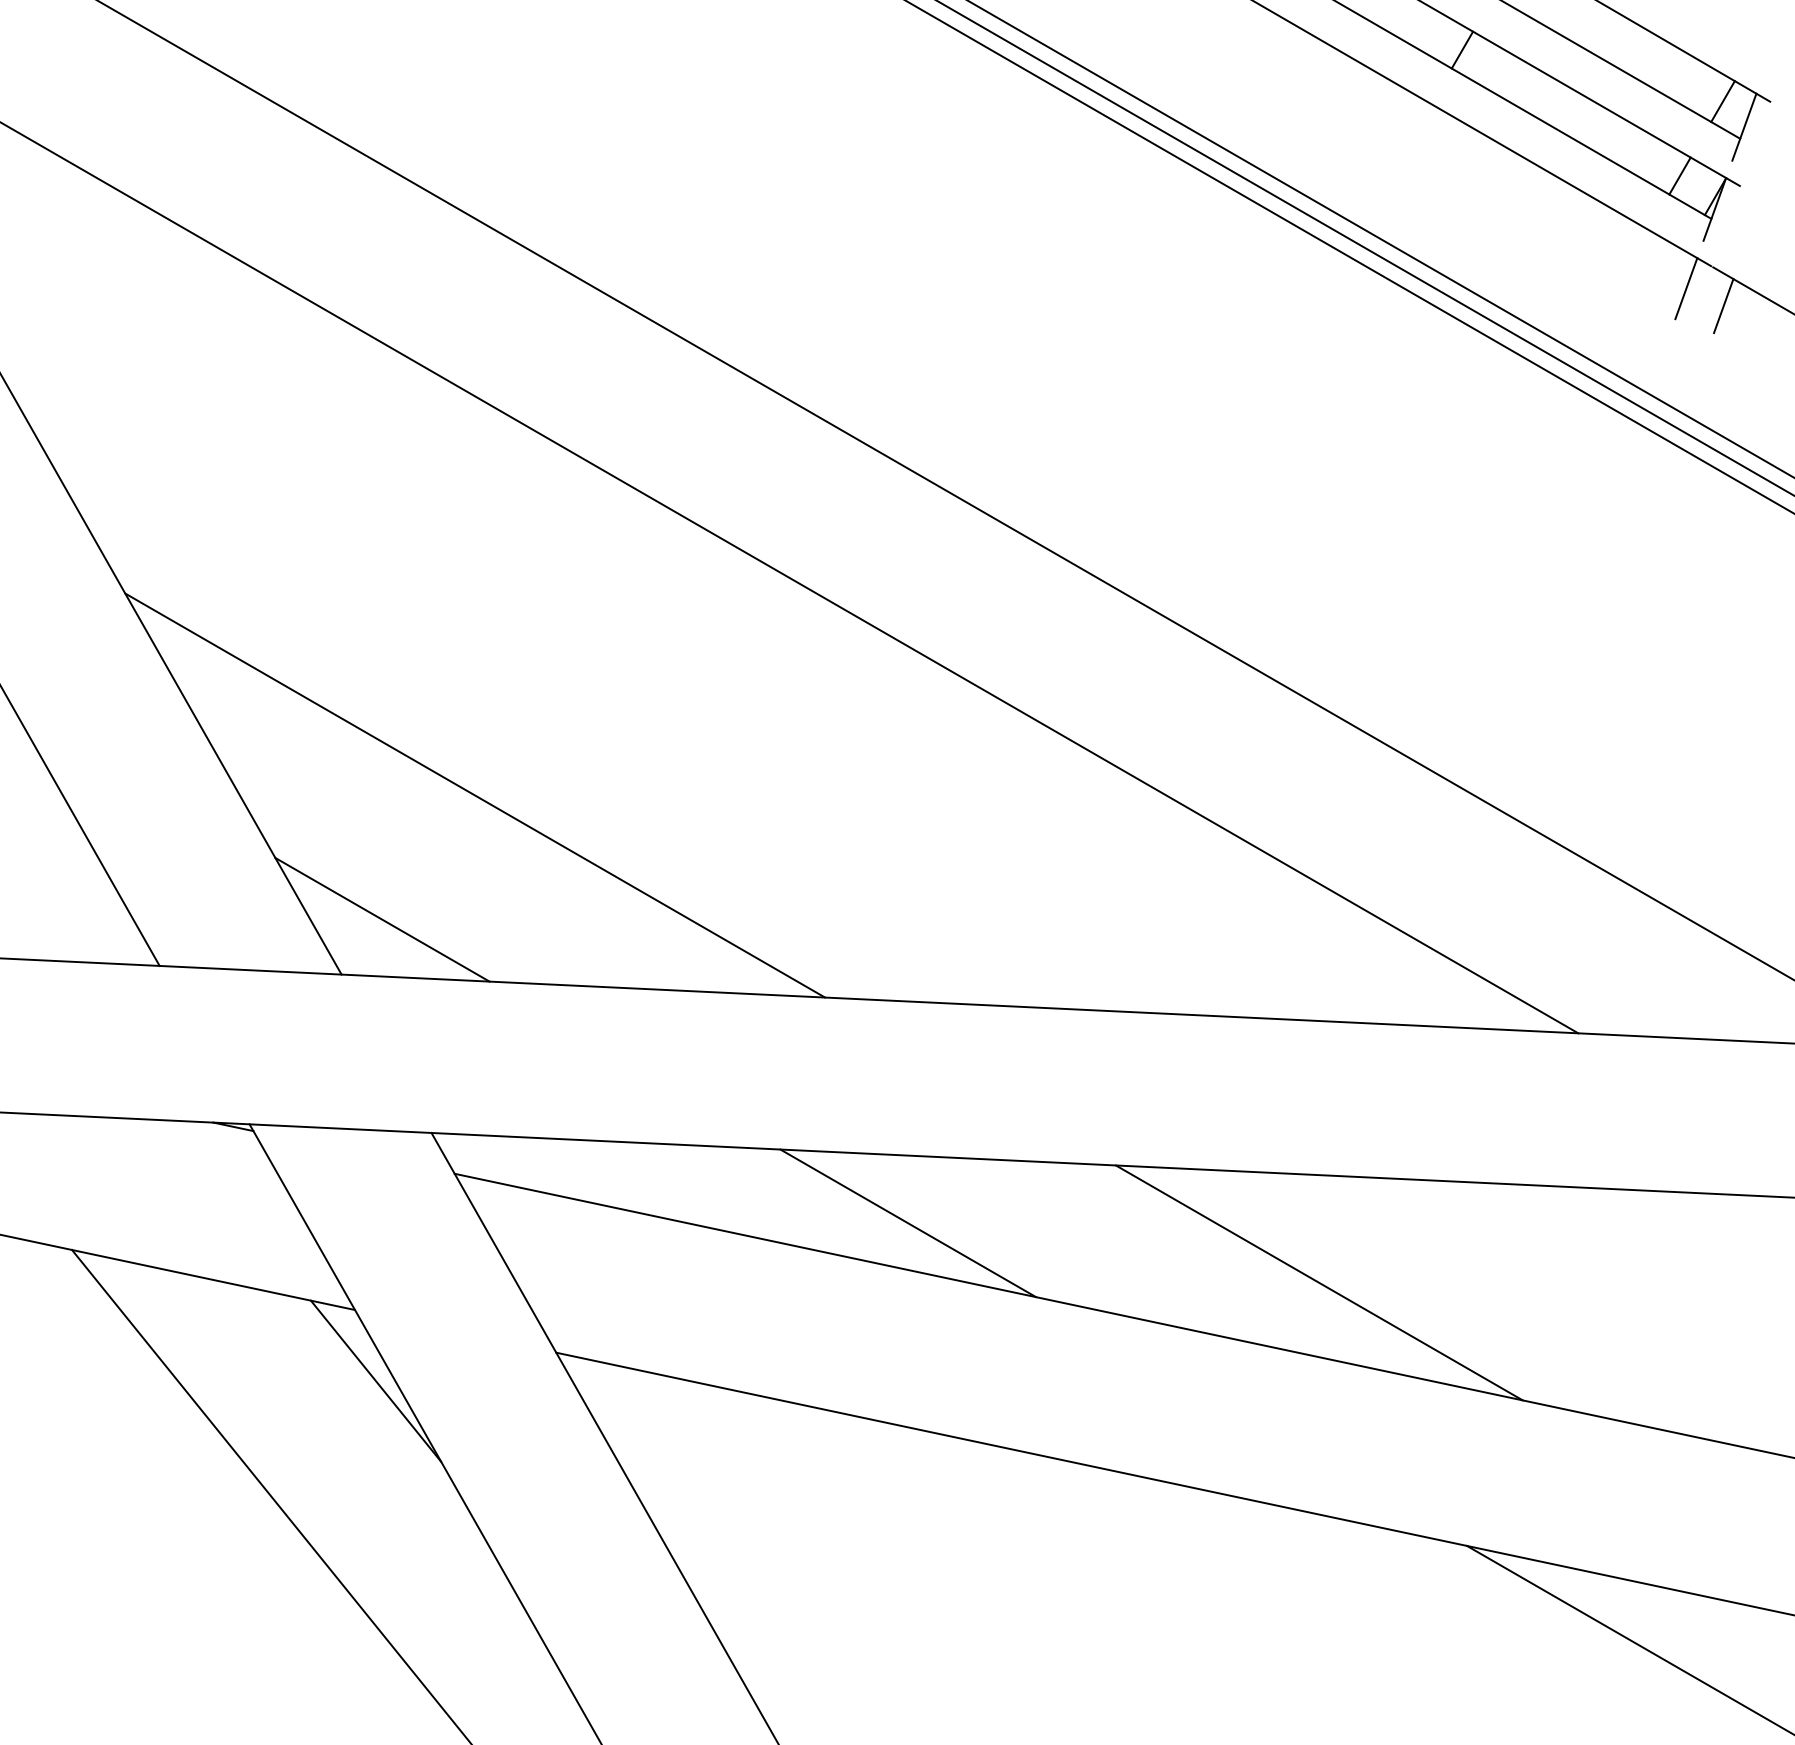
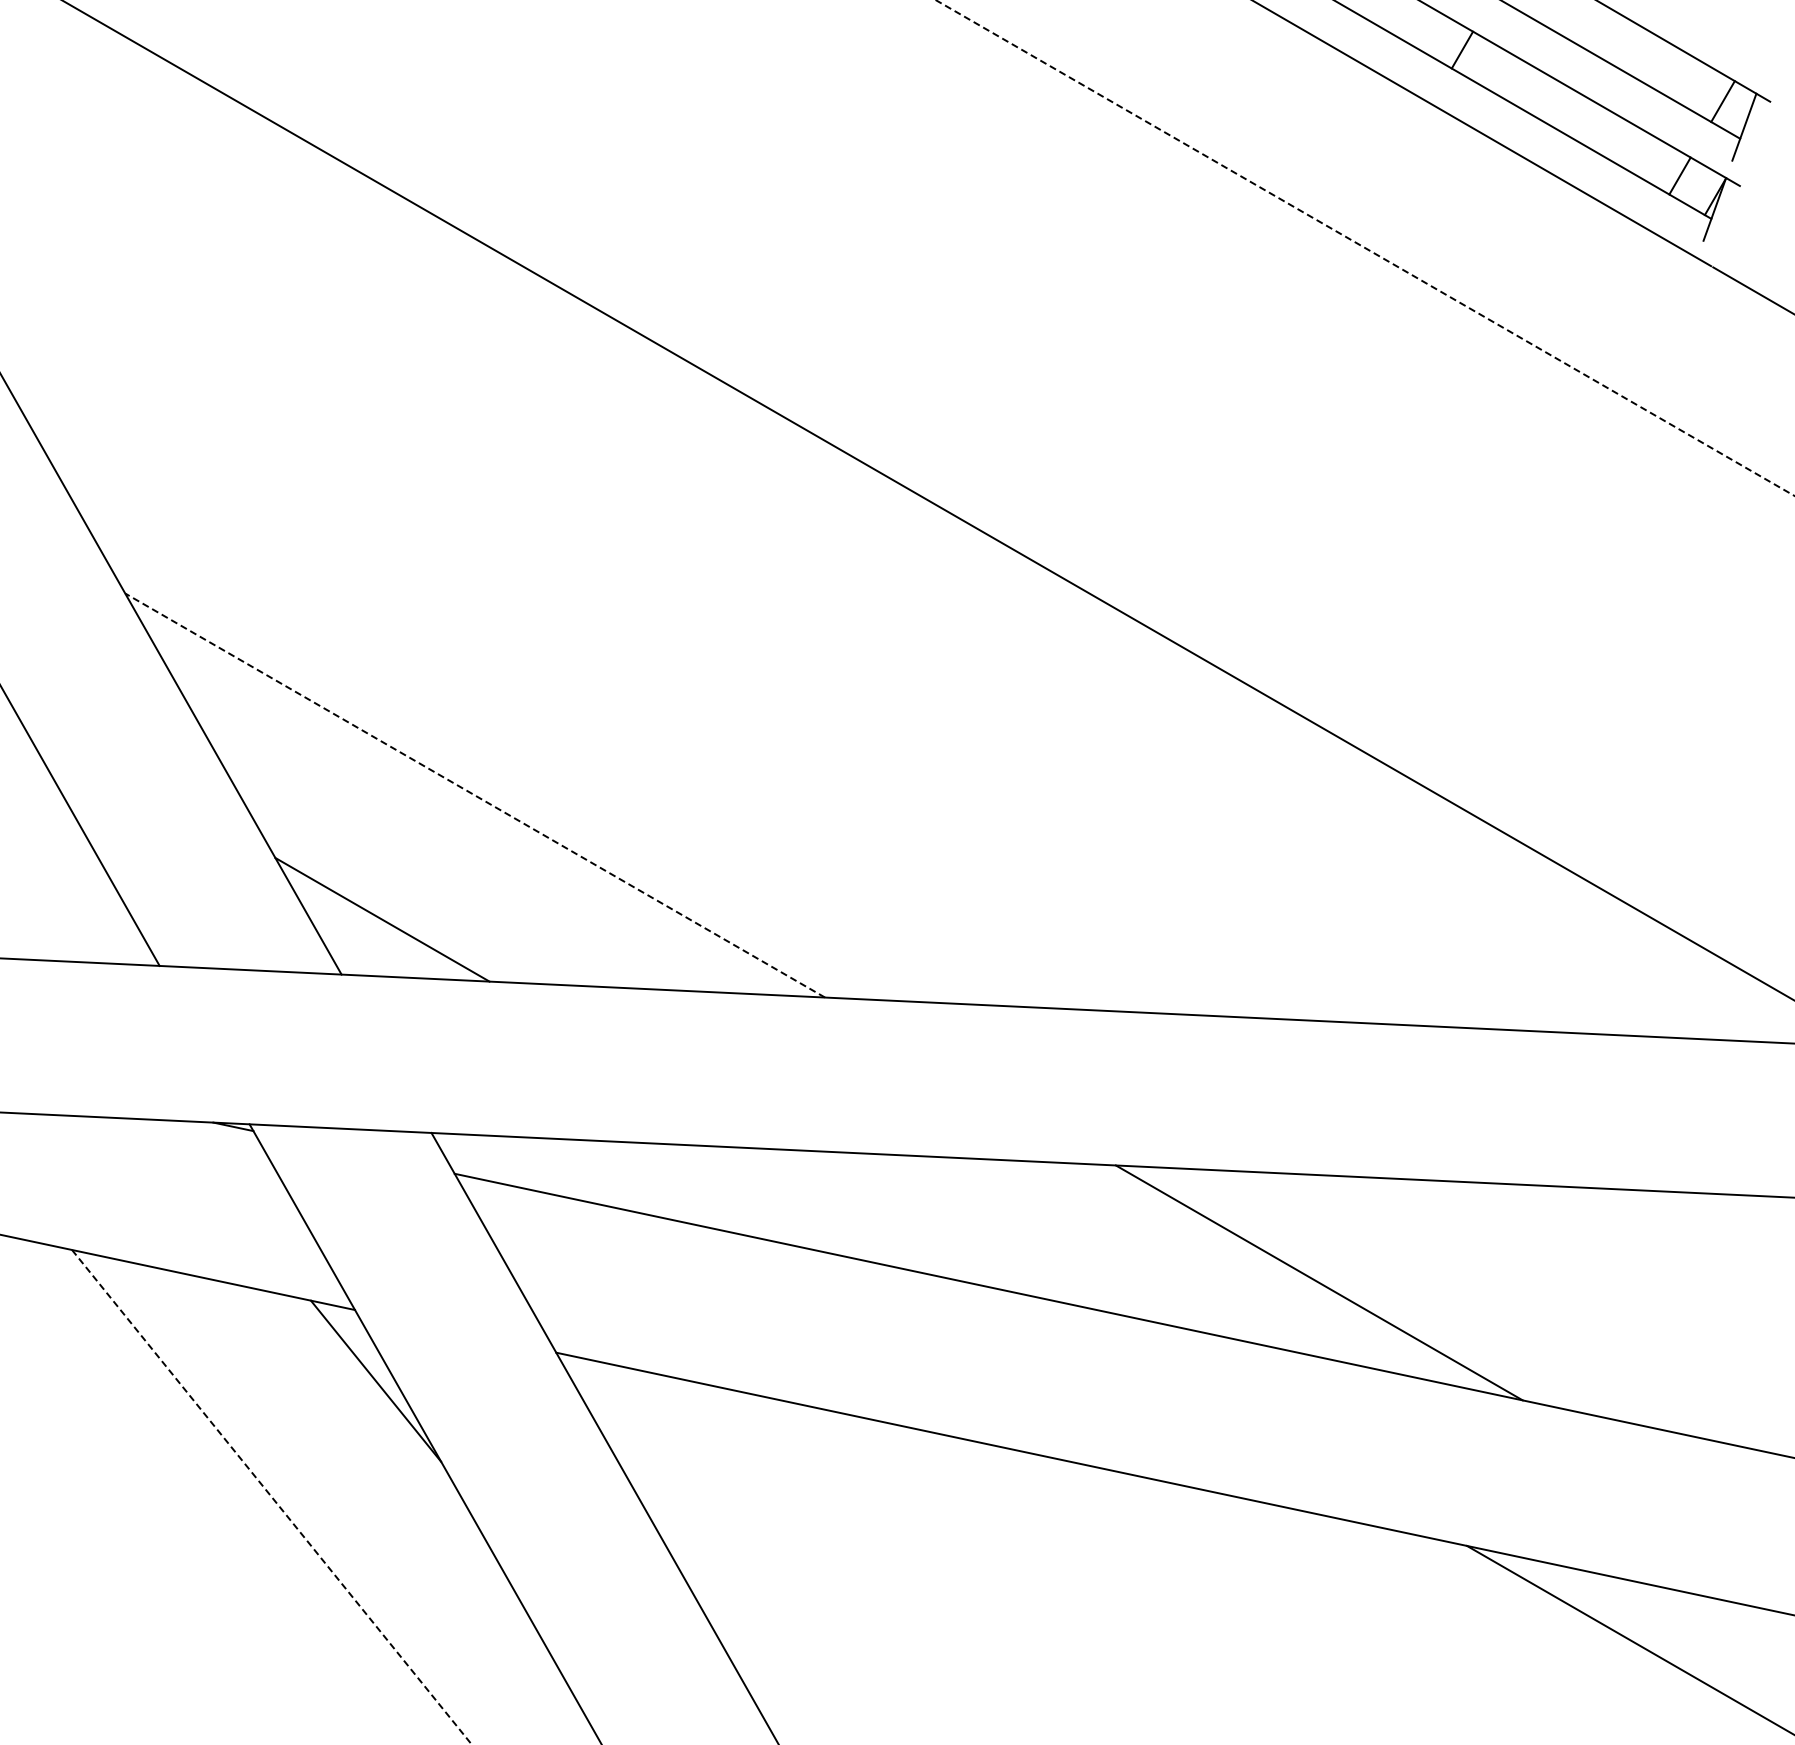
line at (1380, 239): present -> none
line at (1365, 248): solid -> dashed
line at (1349, 256): present -> none
line at (1686, 288): present -> none
line at (1723, 306): present -> none
line at (945, 490) position: (945, 490) -> (928, 500)
line at (790, 578): present -> none
line at (474, 795): solid -> dashed
line at (908, 1223): present -> none
line at (271, 1497): solid -> dashed
